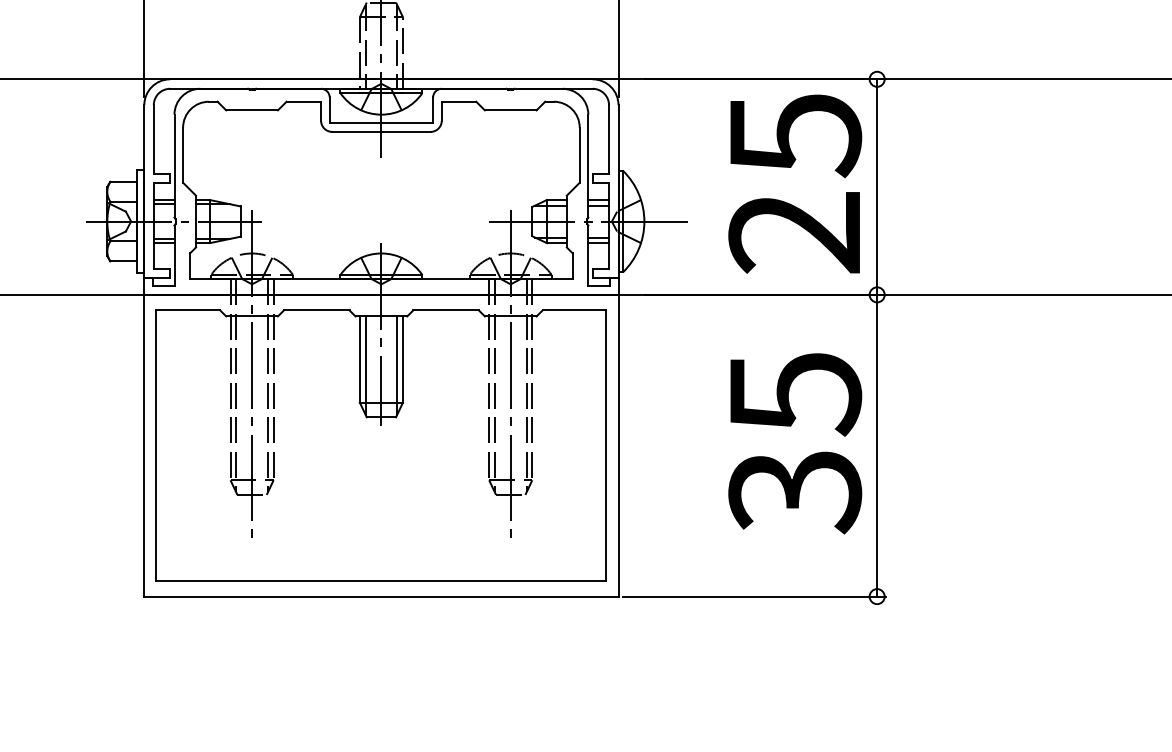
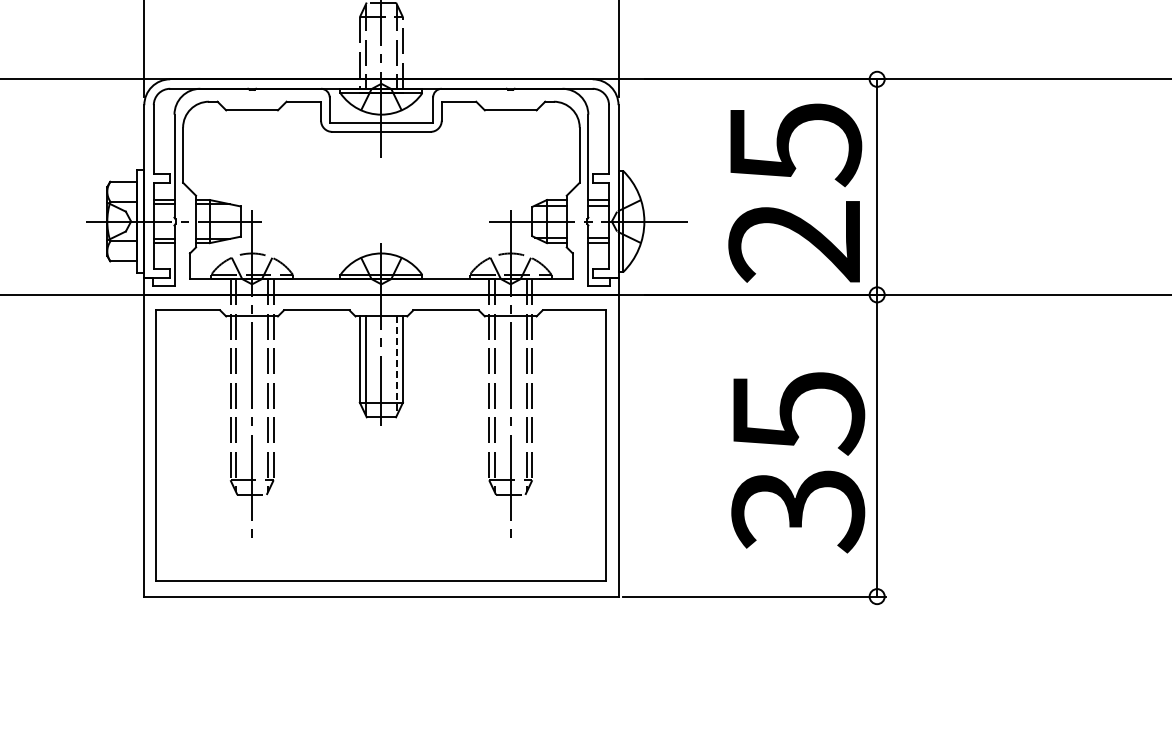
text at (795, 183) position: (795, 183) -> (795, 192)
line at (397, 366): solid -> dashed
text at (795, 443) position: (795, 443) -> (798, 462)
